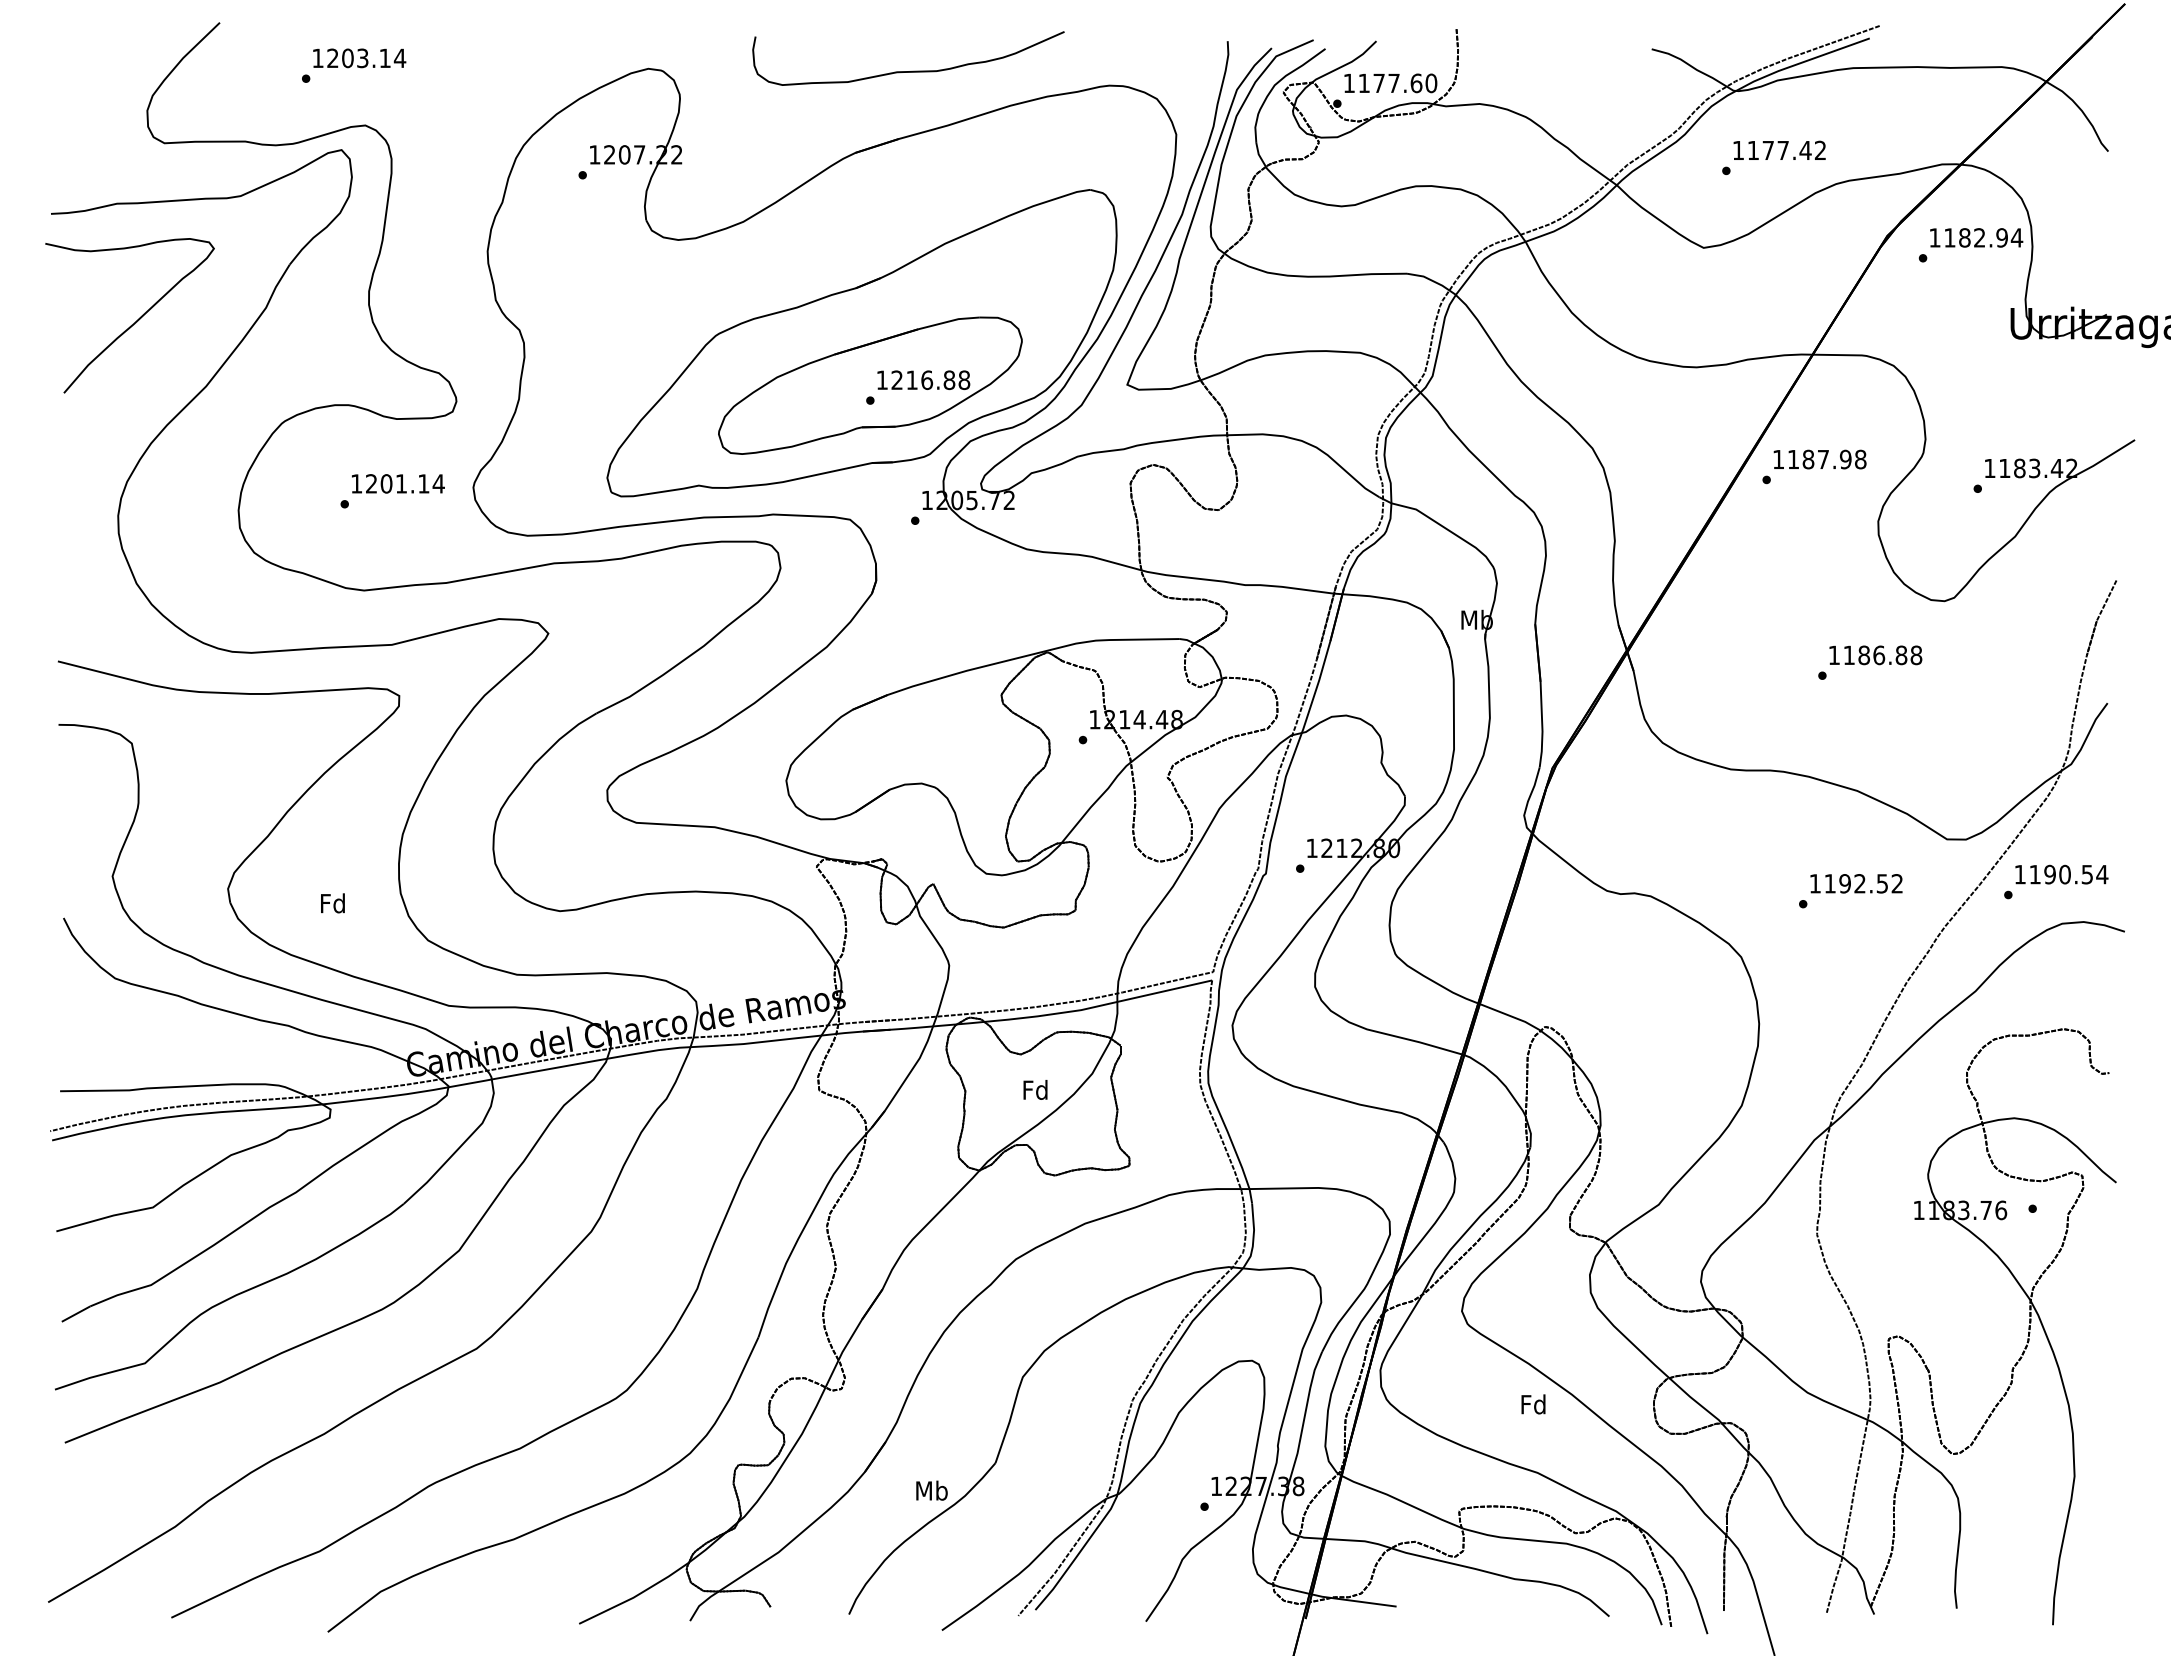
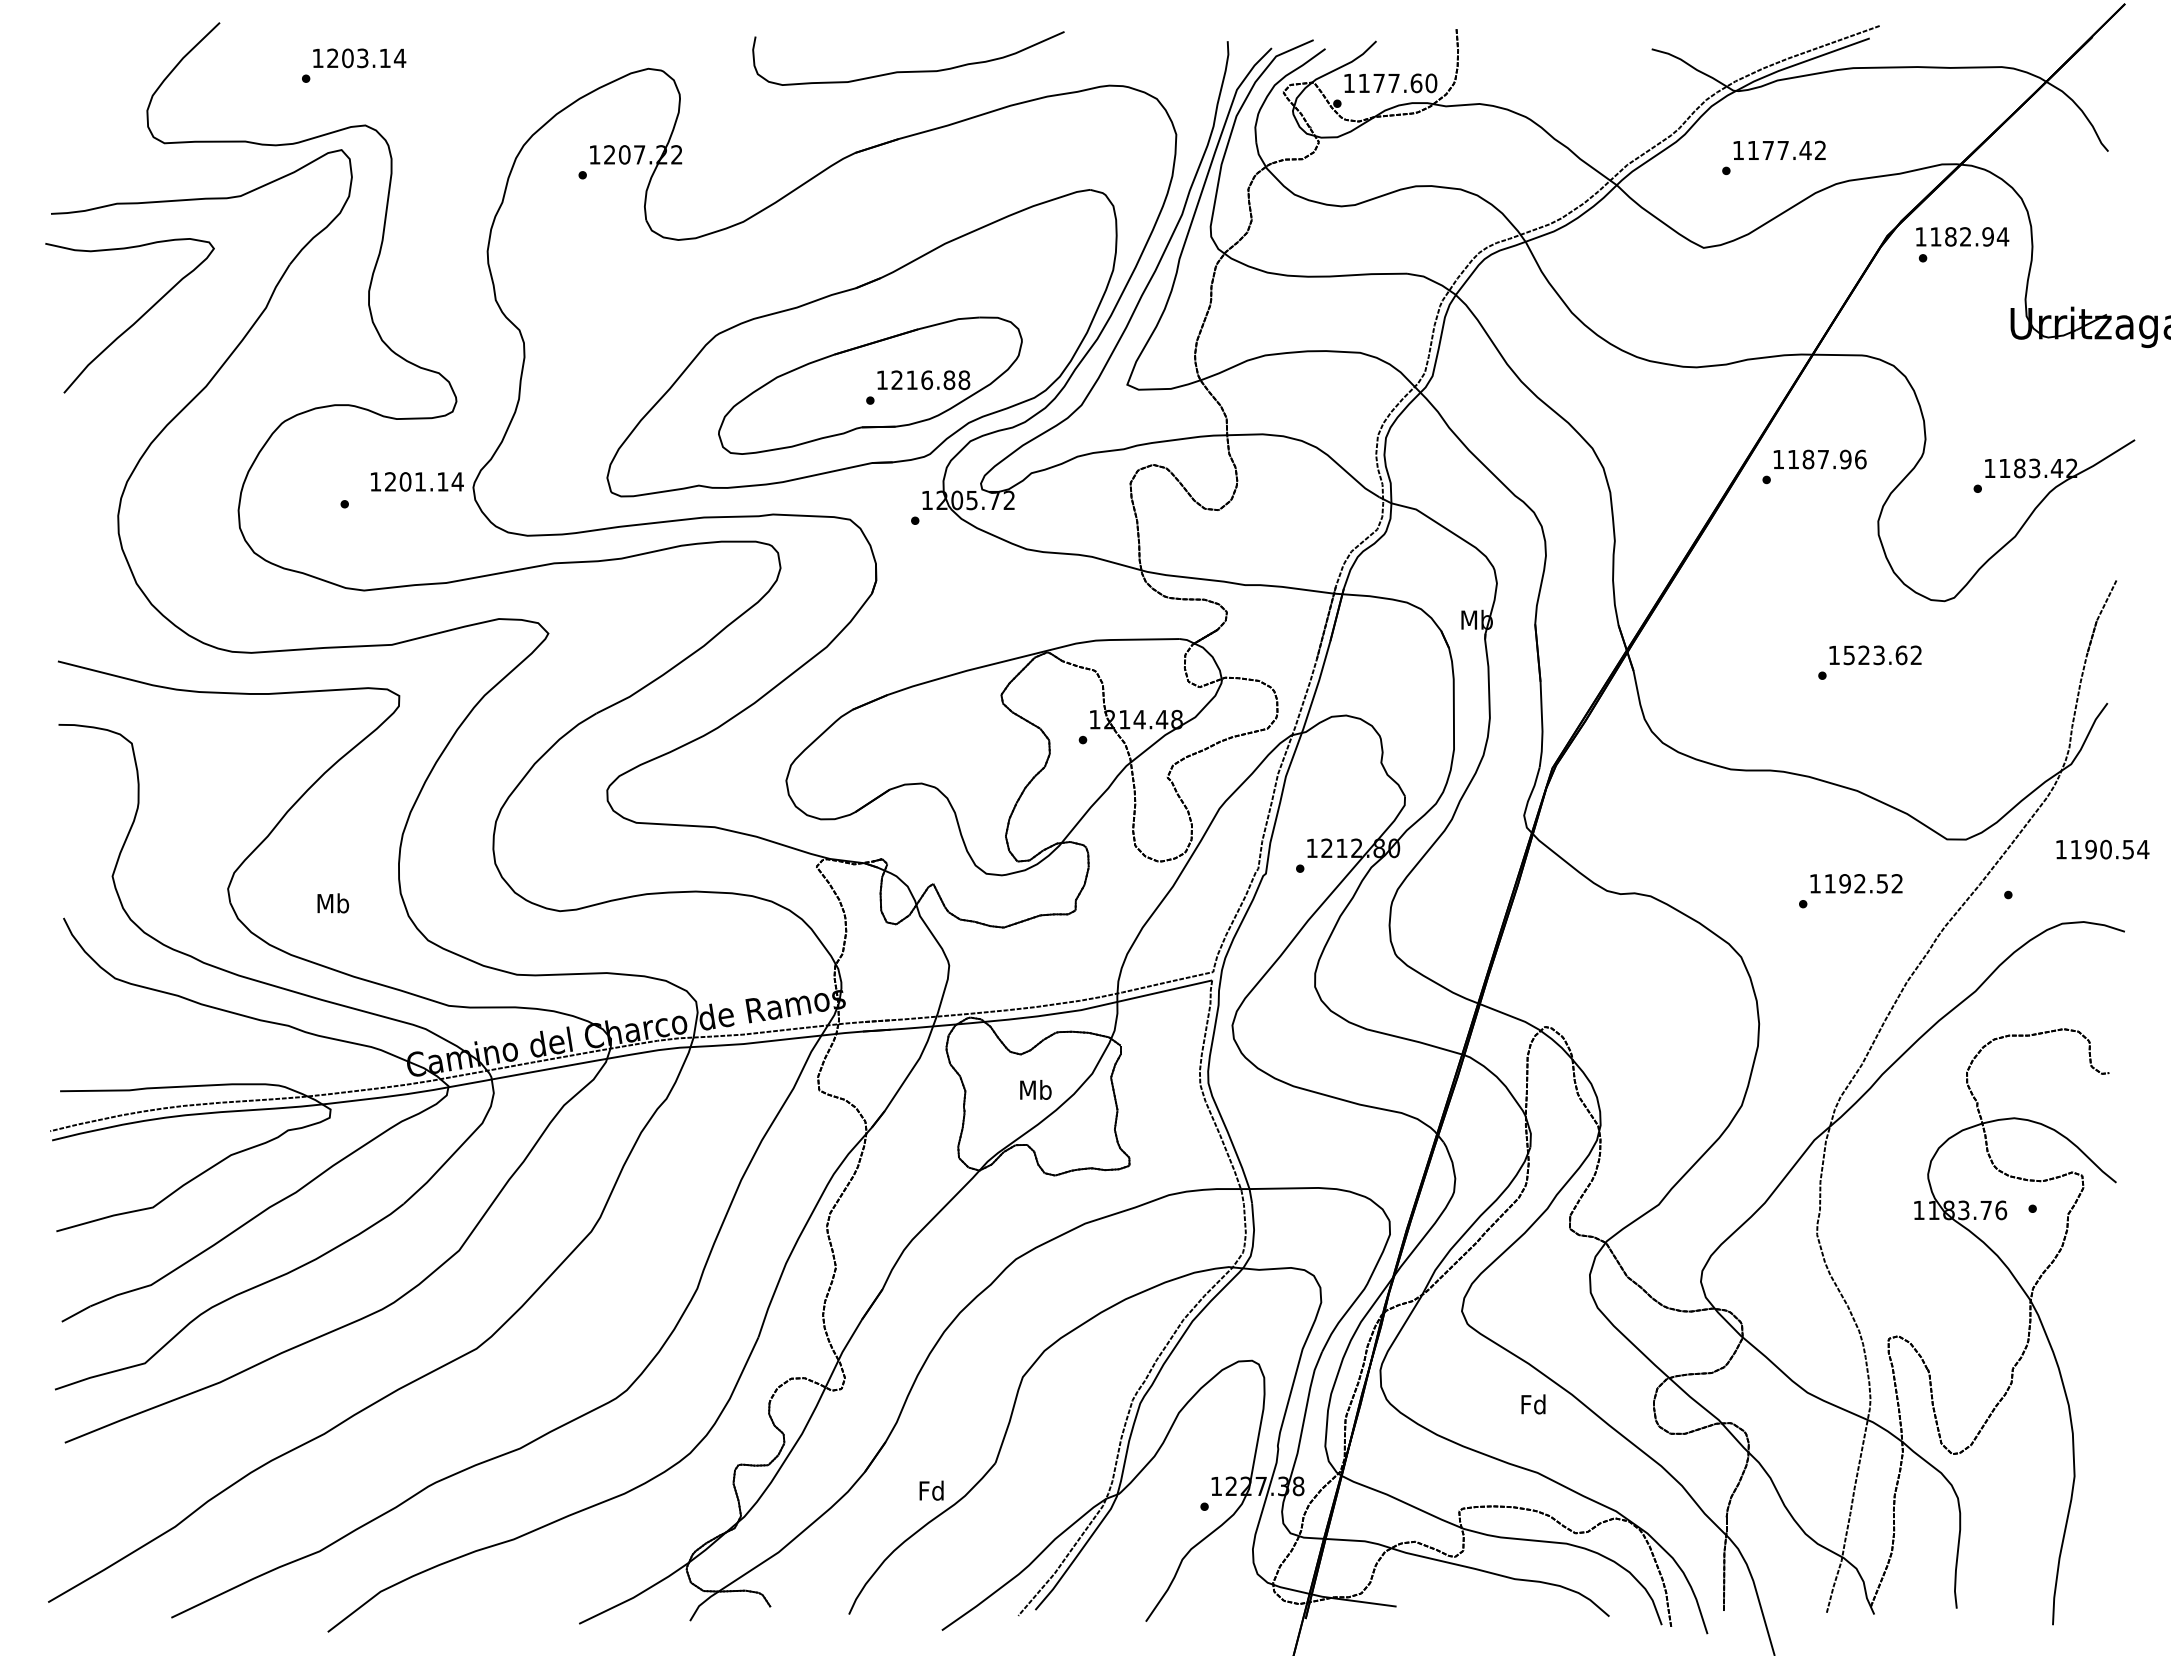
text at (1976, 237) position: (1976, 237) -> (1962, 236)
text at (1860, 459): 1187.98 -> 1187.96
text at (398, 483) position: (398, 483) -> (417, 481)
text at (1882, 655): 1186.88 -> 1523.62
text at (2061, 874) position: (2061, 874) -> (2102, 849)
text at (333, 903): Fd -> Mb
text at (1035, 1089): Fd -> Mb
text at (931, 1490): Mb -> Fd
